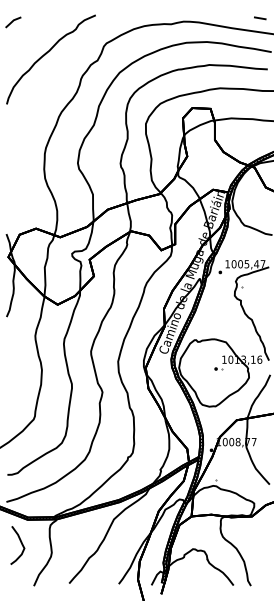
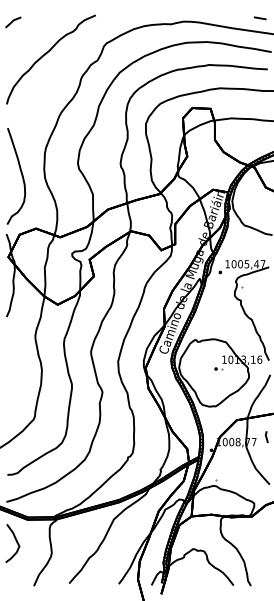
curve at (21, 176): none -> present
line at (266, 437): none -> present
curve at (21, 545) position: (21, 545) -> (16, 543)
